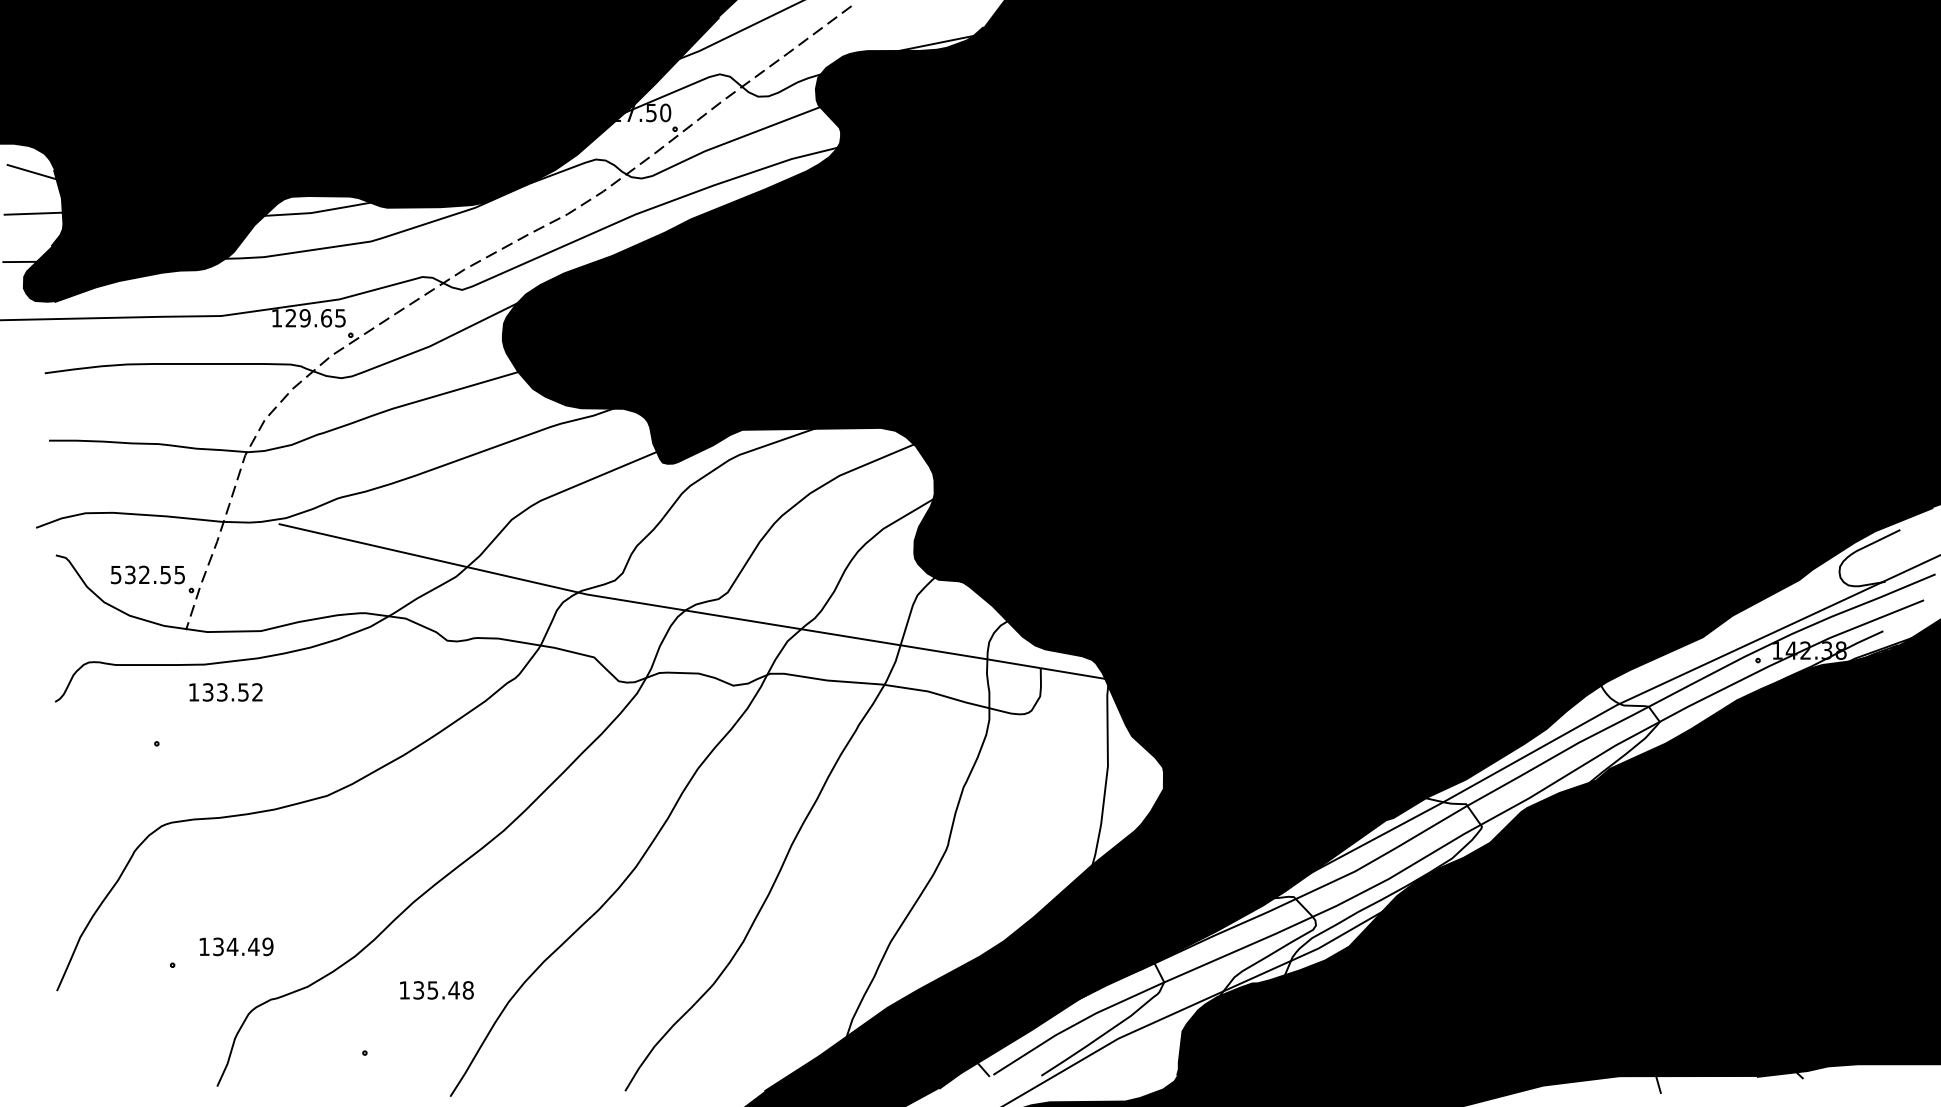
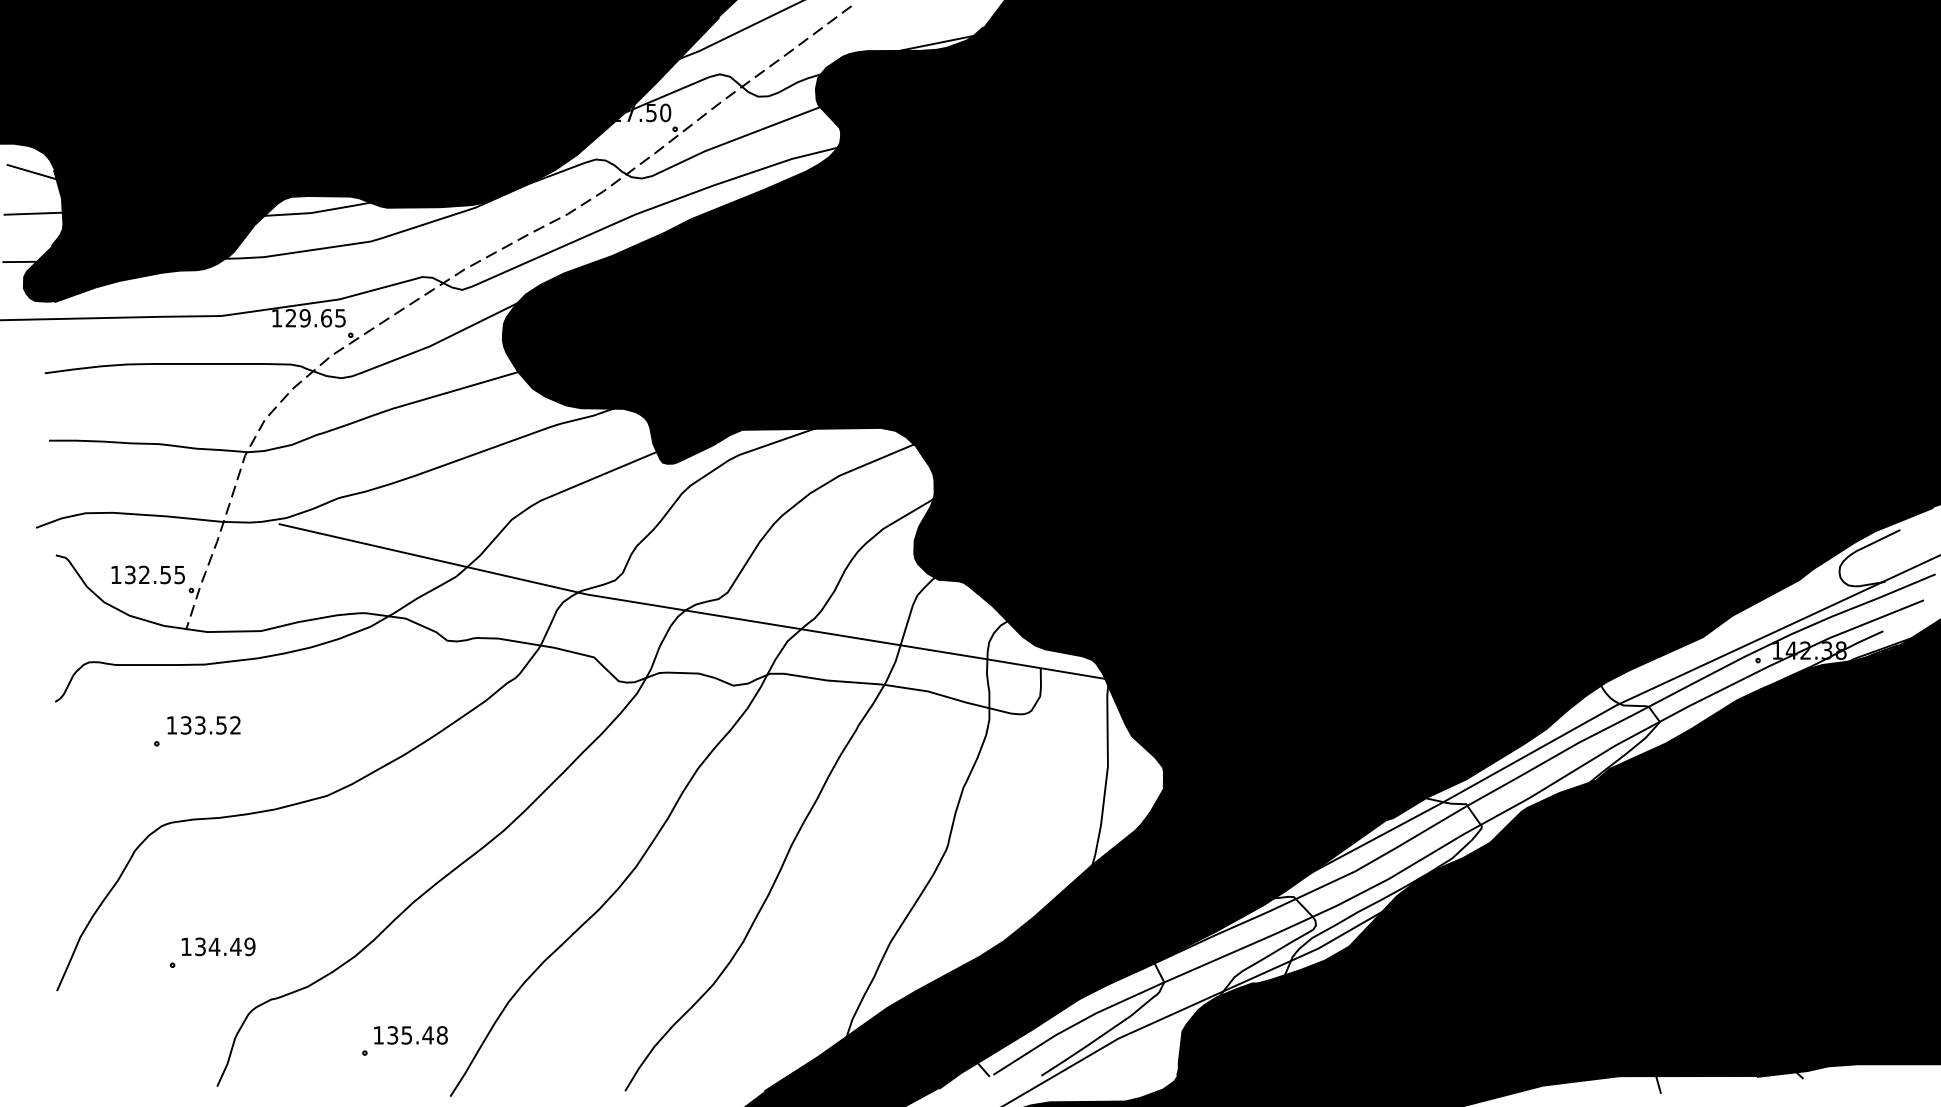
text at (115, 575): 532.55 -> 132.55
text at (225, 692) position: (225, 692) -> (203, 725)
text at (236, 946) position: (236, 946) -> (218, 946)
text at (436, 990) position: (436, 990) -> (410, 1035)
